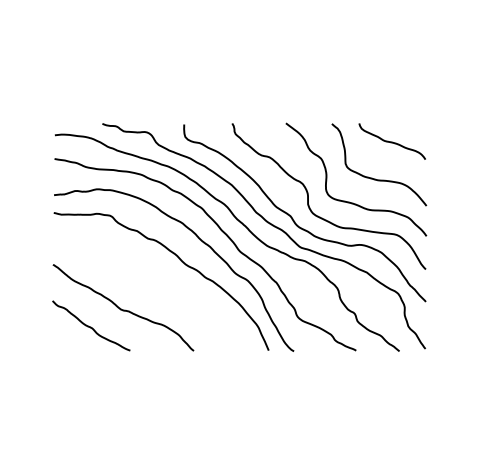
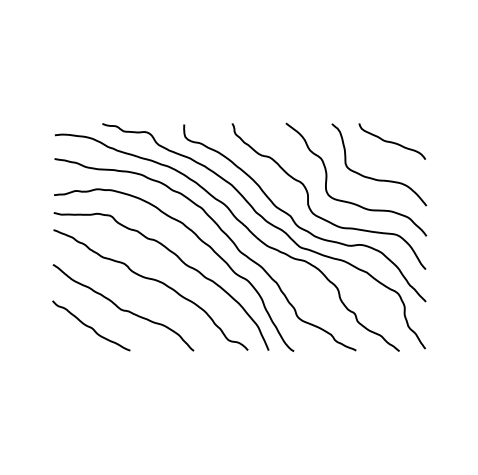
curve at (152, 280): none -> present
